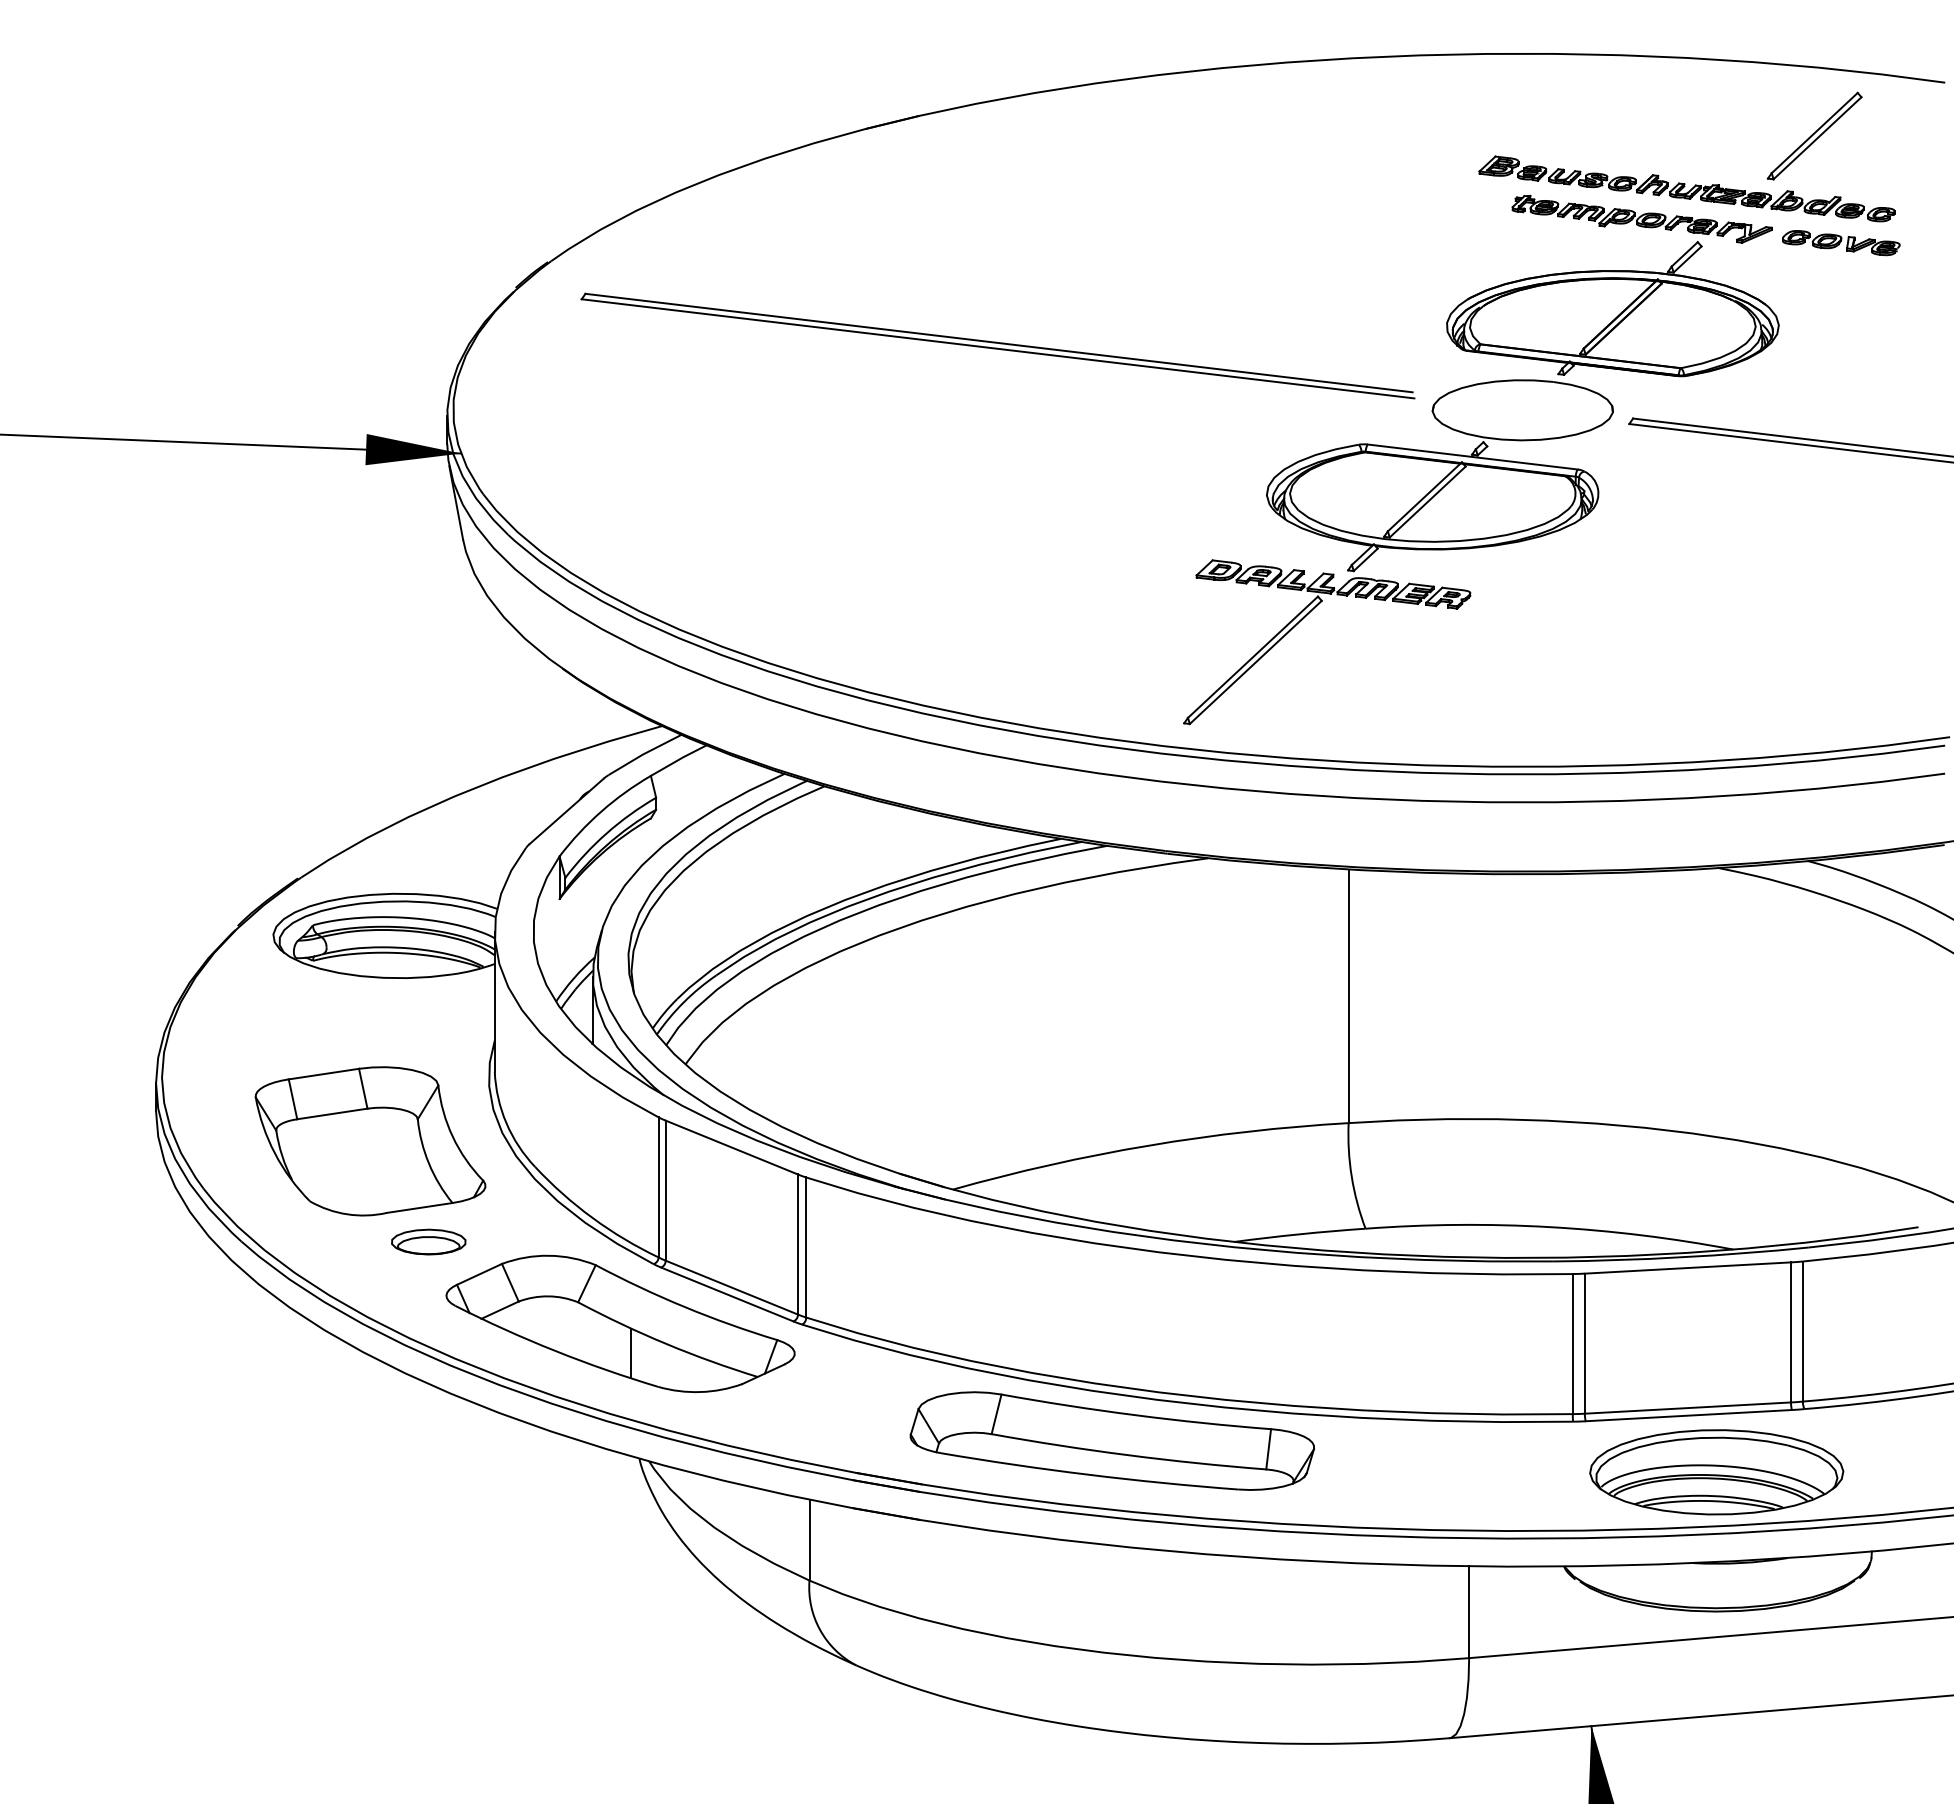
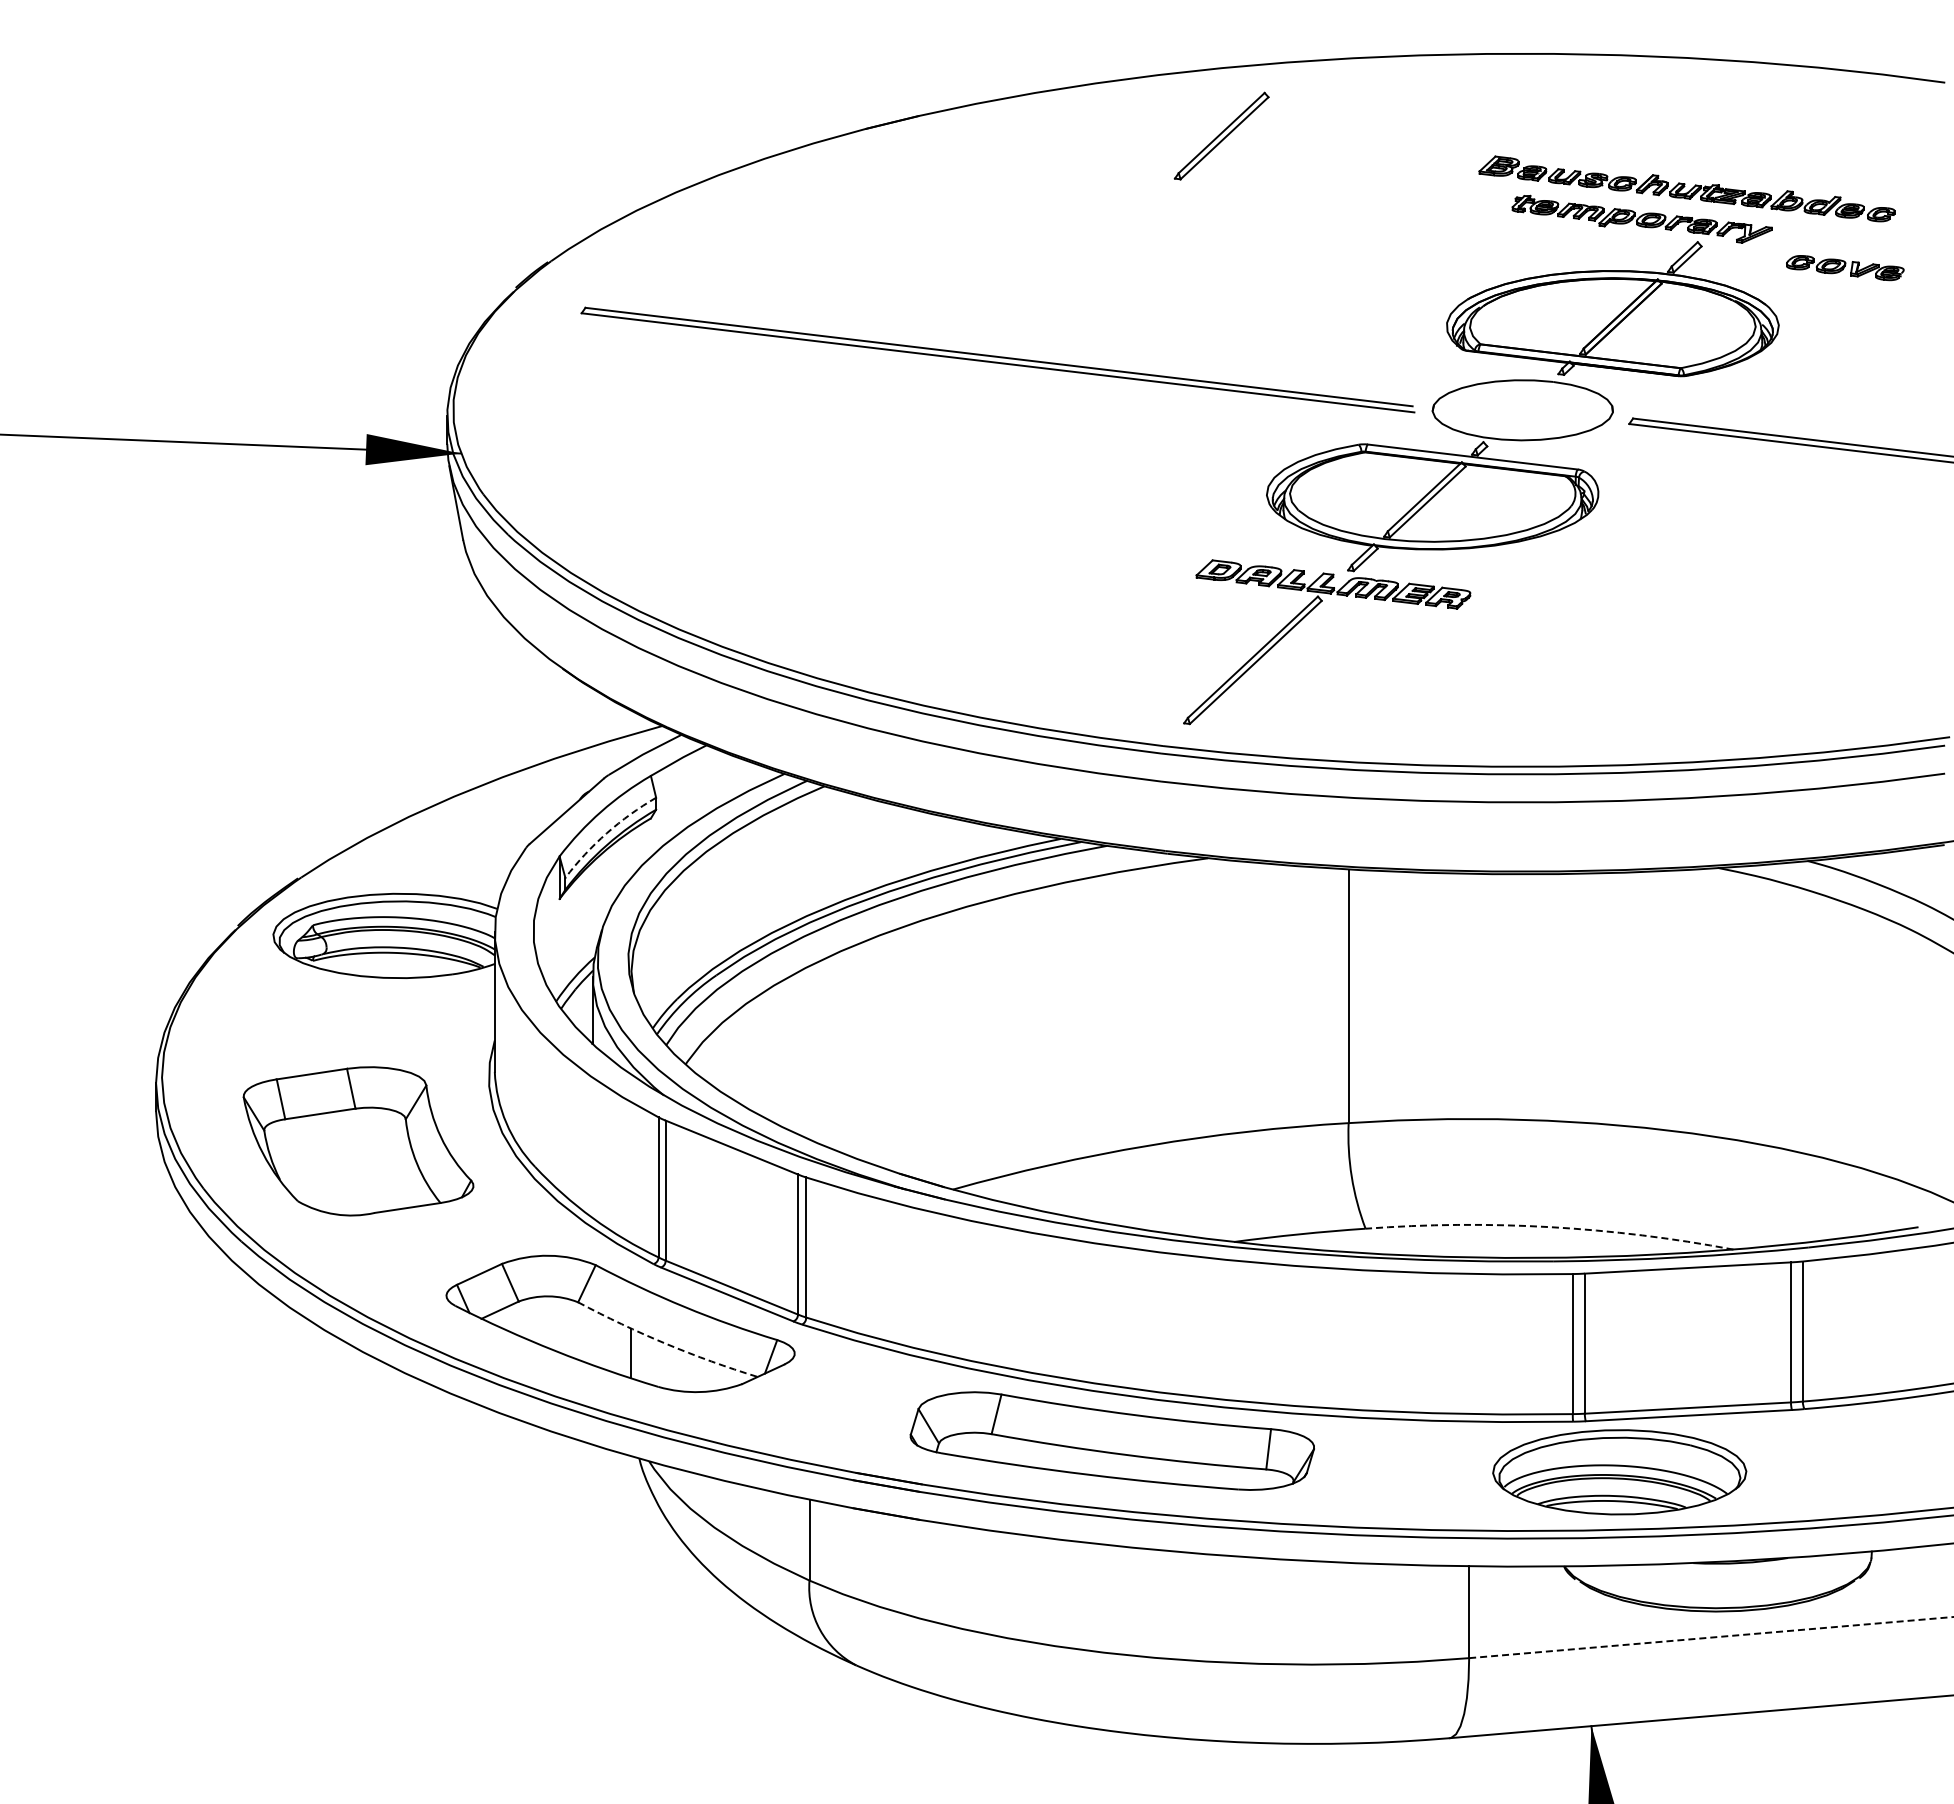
part at (1814, 135) position: (1814, 135) -> (1221, 135)
part at (1841, 243) position: (1841, 243) -> (1845, 268)
part at (997, 345) position: (997, 345) -> (997, 359)
arc at (606, 833): solid -> dashed
part at (370, 1141) position: (370, 1141) -> (358, 1141)
arc at (1550, 1227): solid -> dashed
part at (428, 1241): present -> none
arc at (666, 1343): solid -> dashed
part at (1716, 1472) position: (1716, 1472) -> (1619, 1472)
line at (1711, 1637): solid -> dashed
